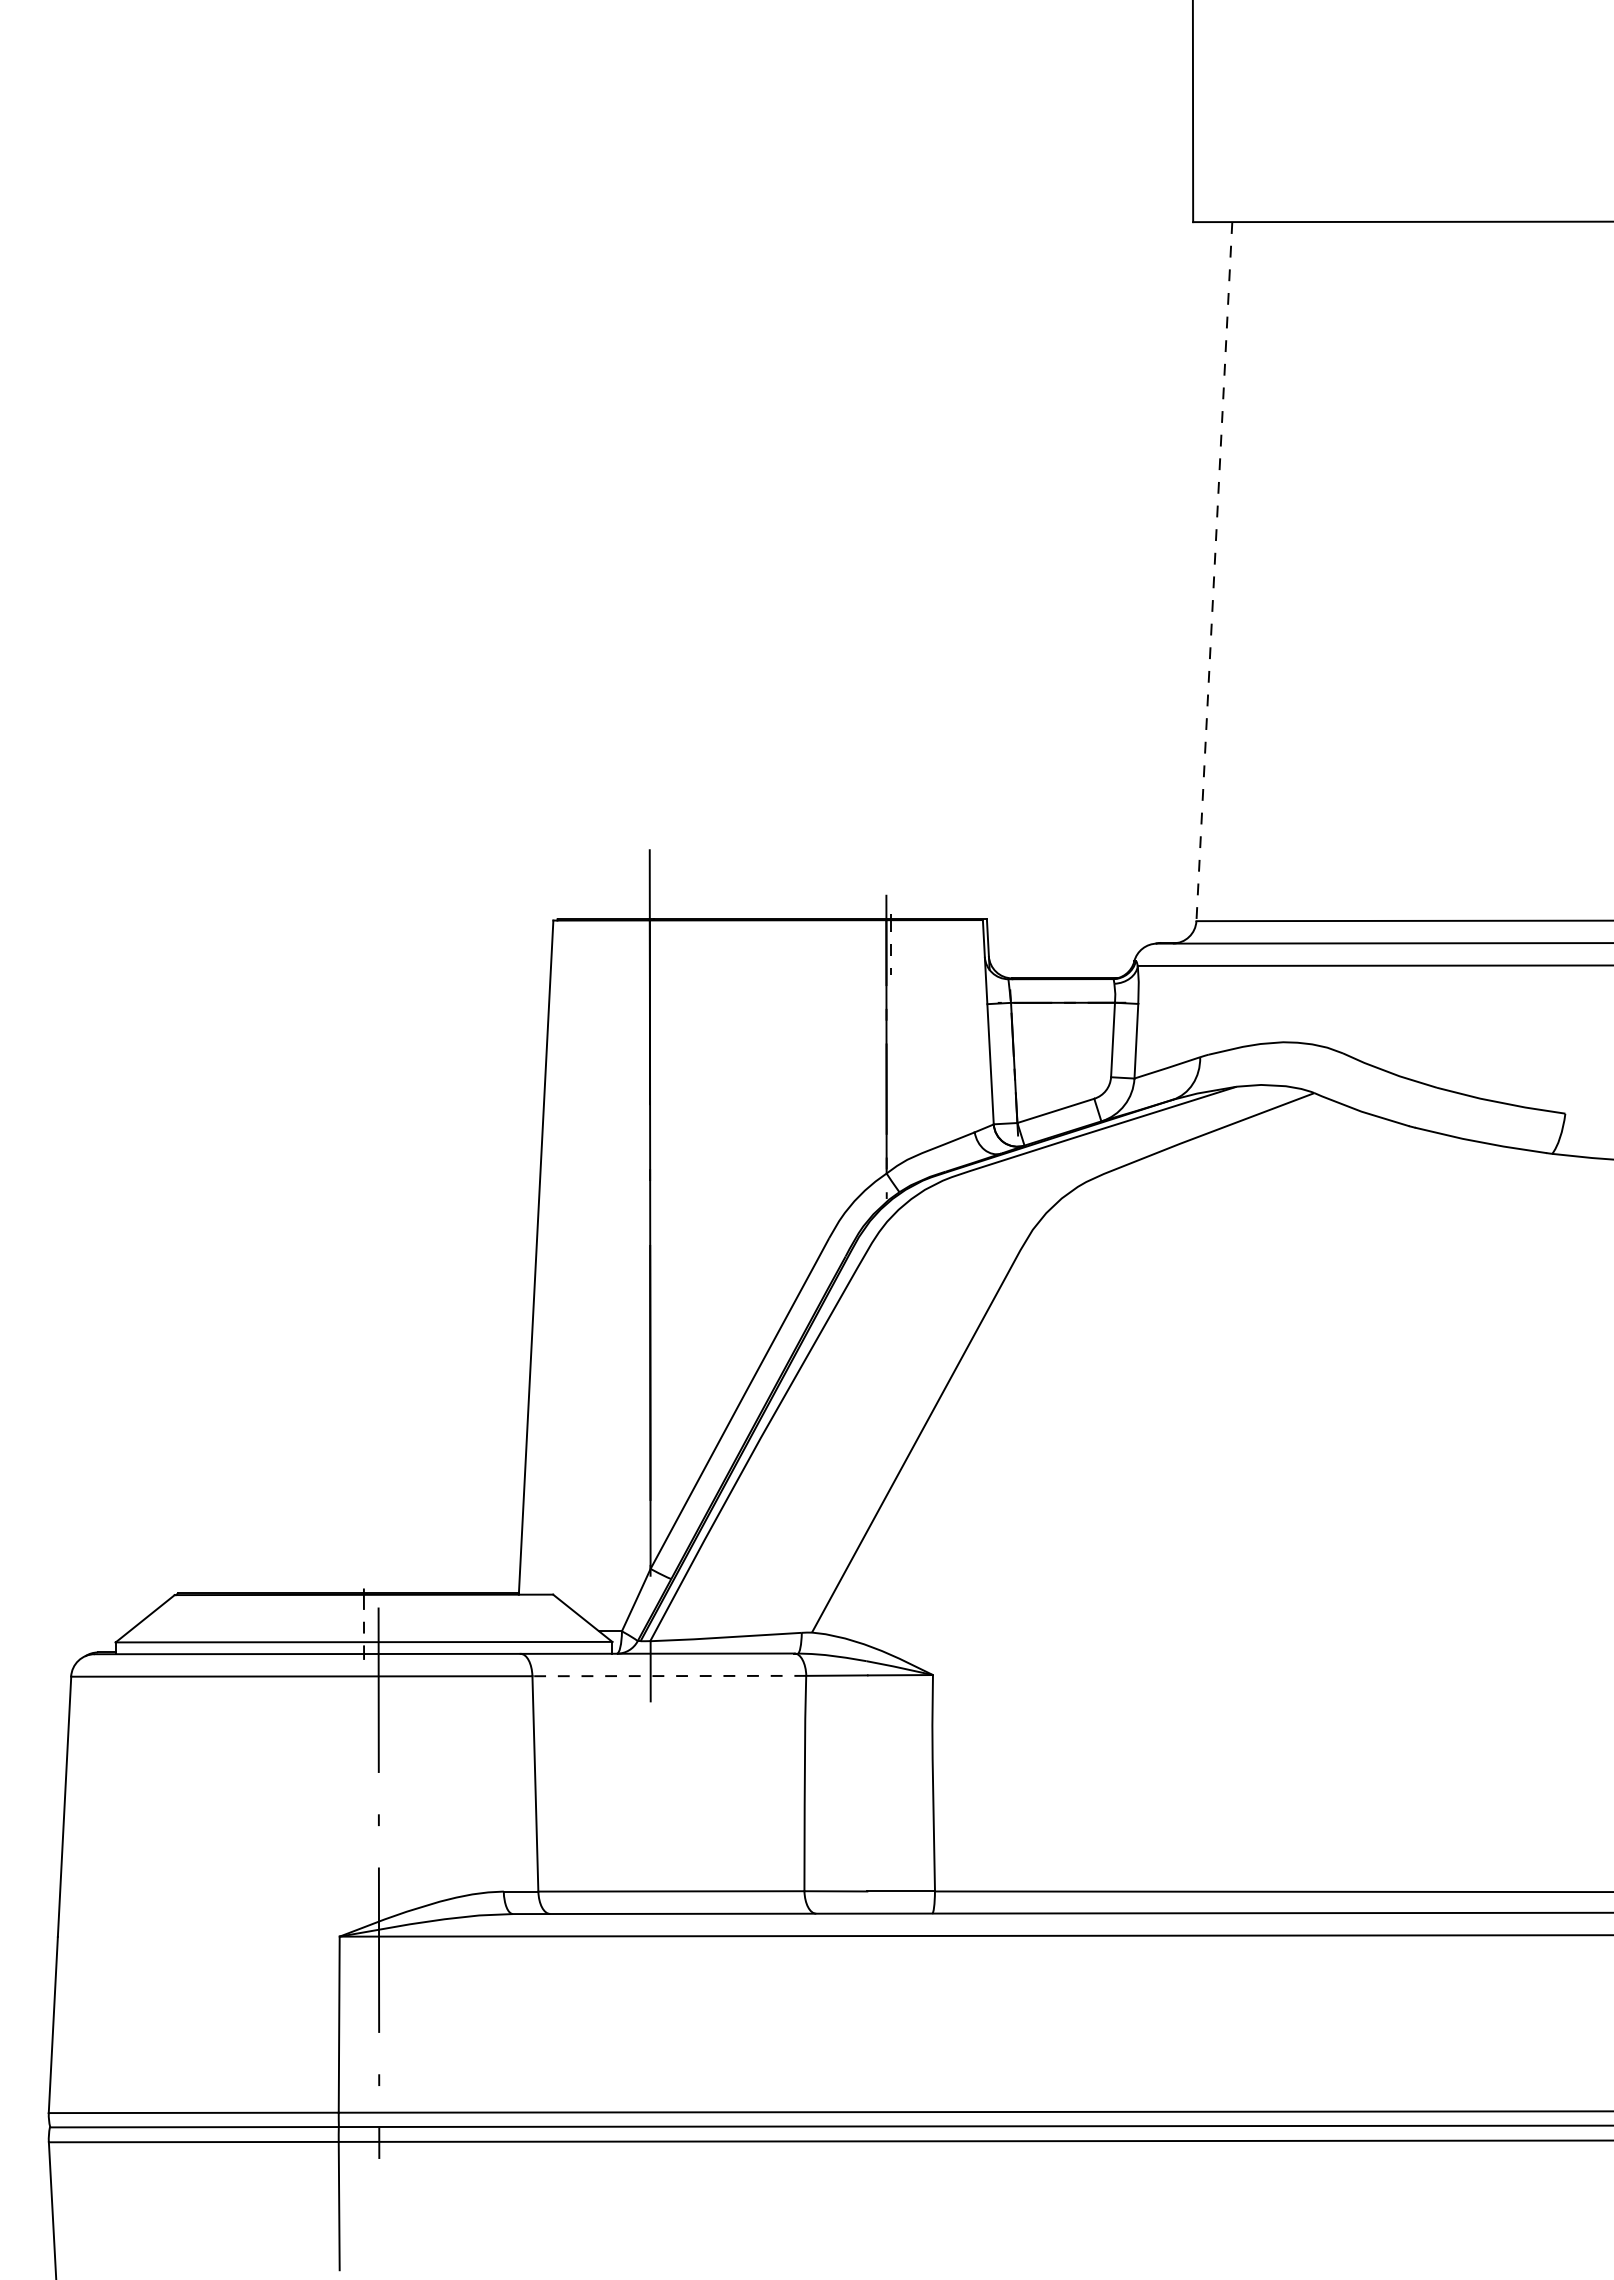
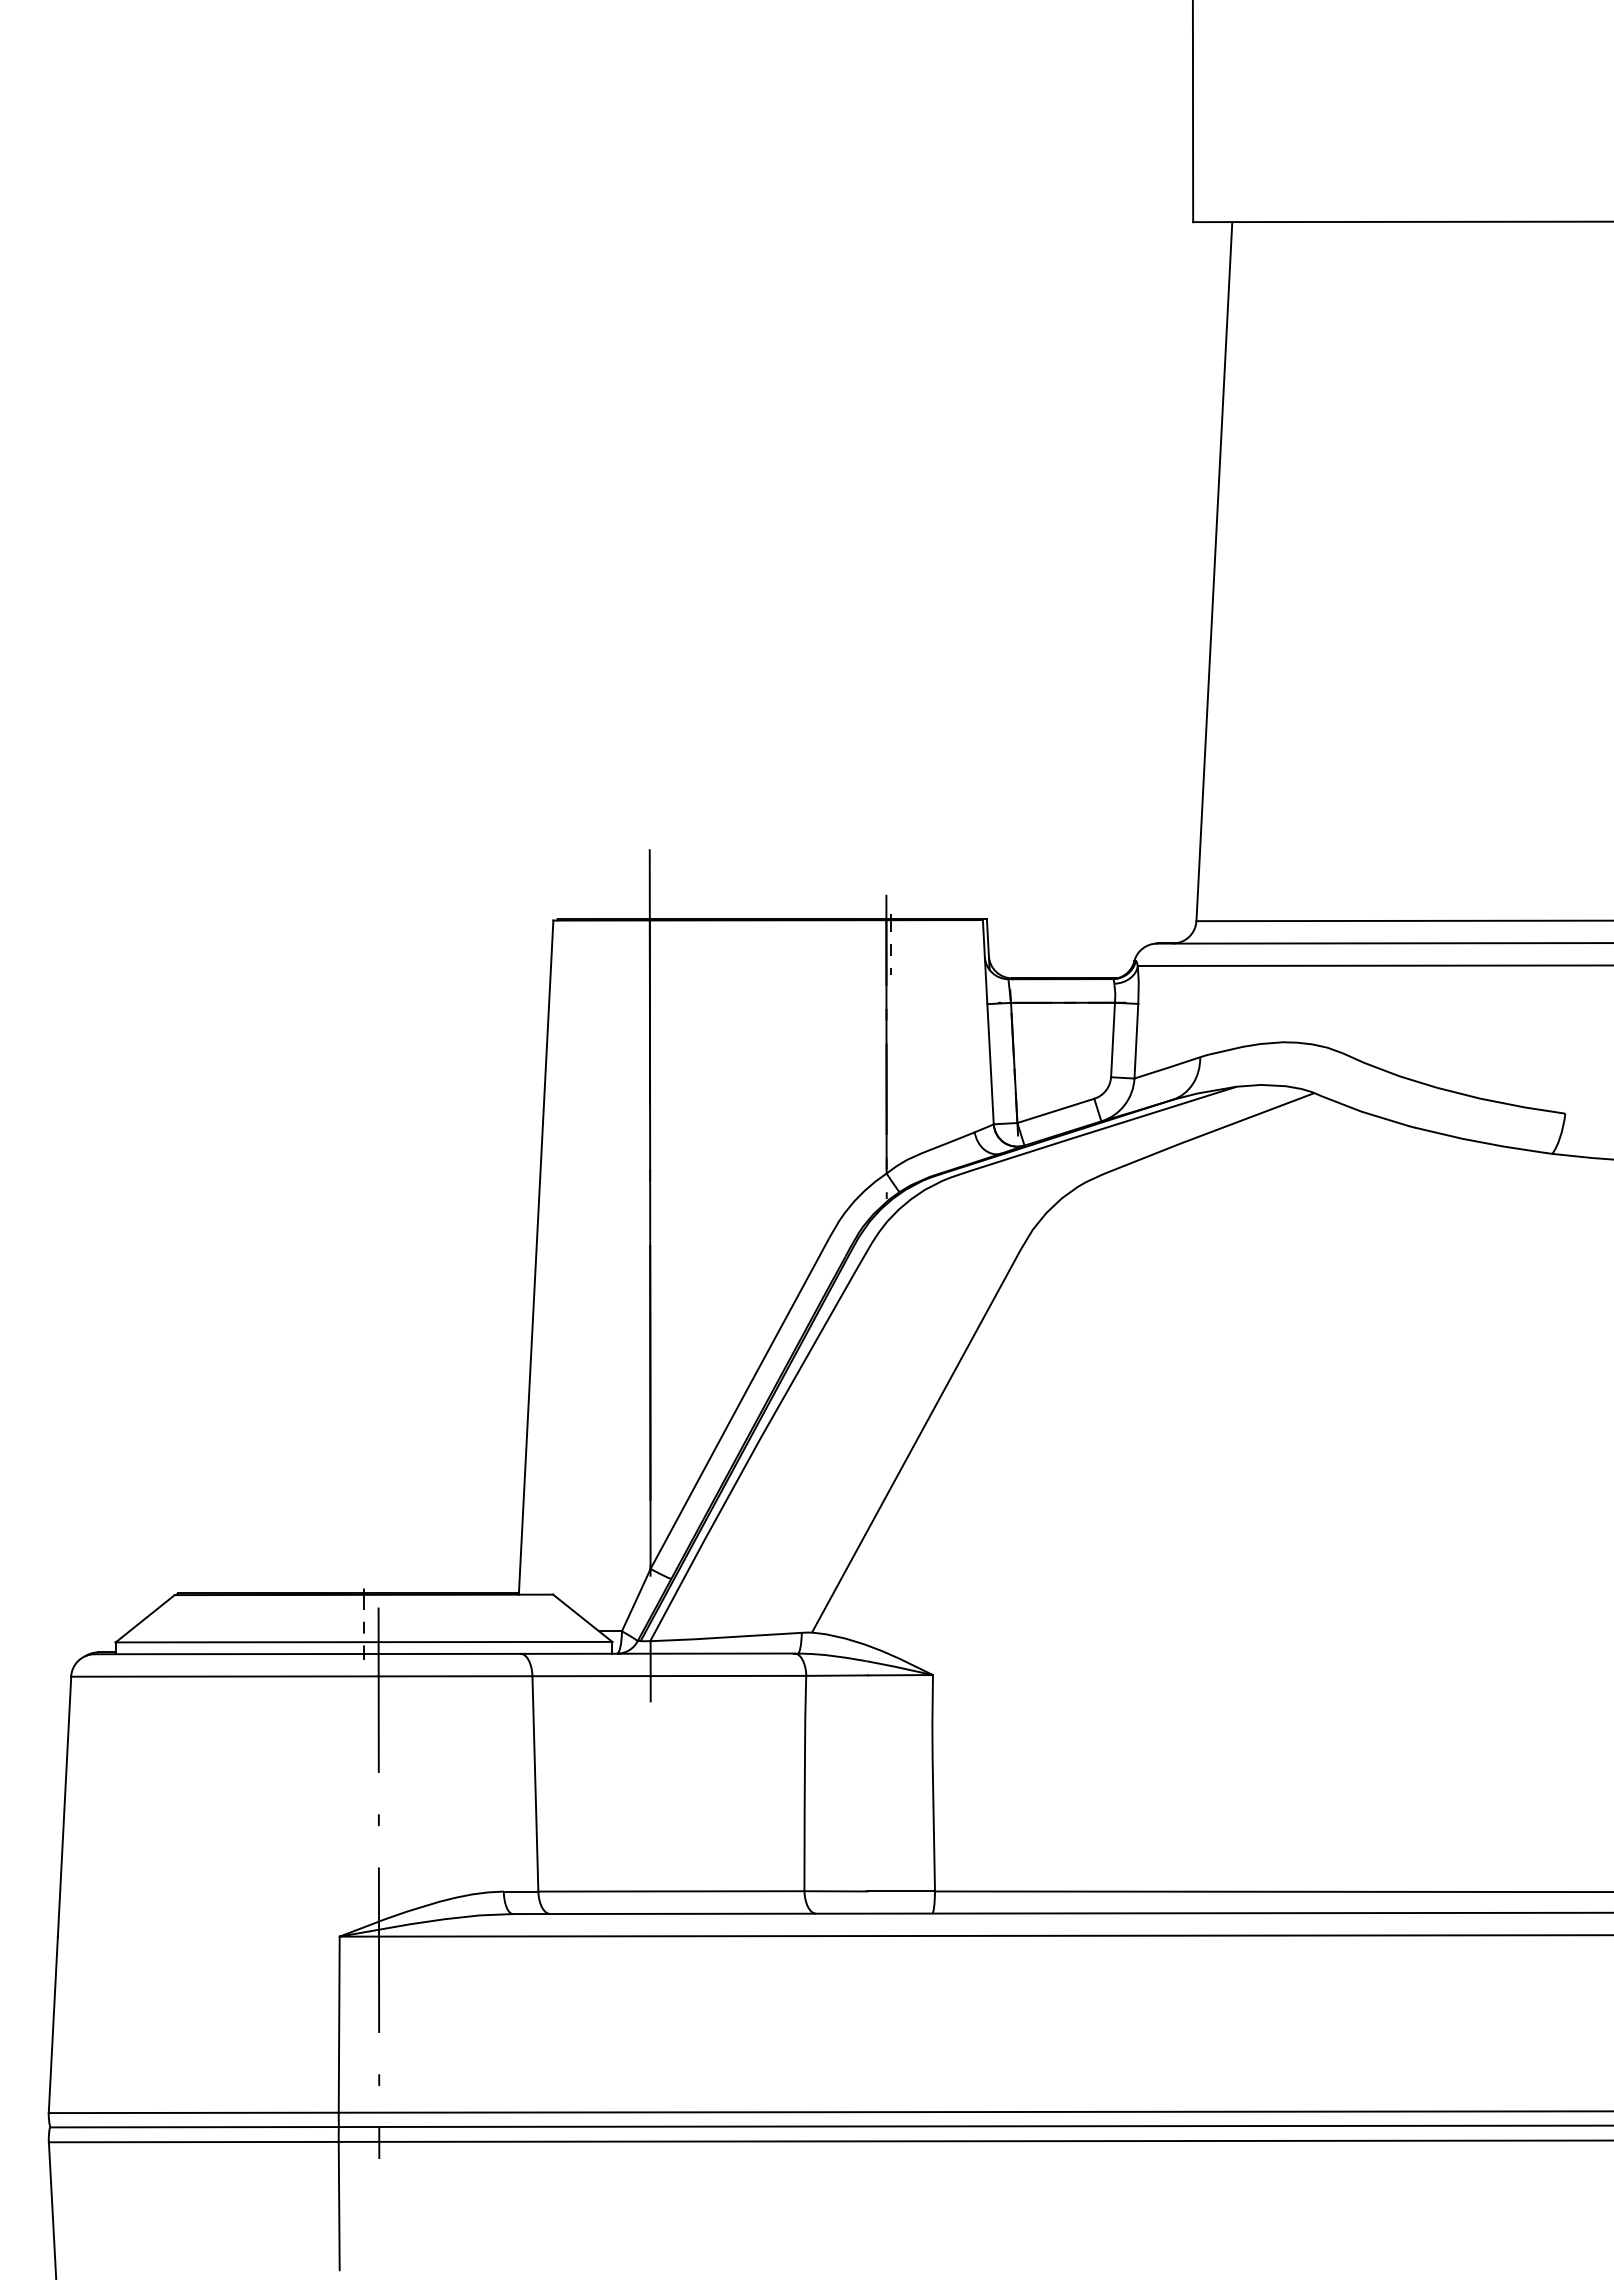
line at (1214, 571): dashed -> solid
line at (669, 1676): dashed -> solid
